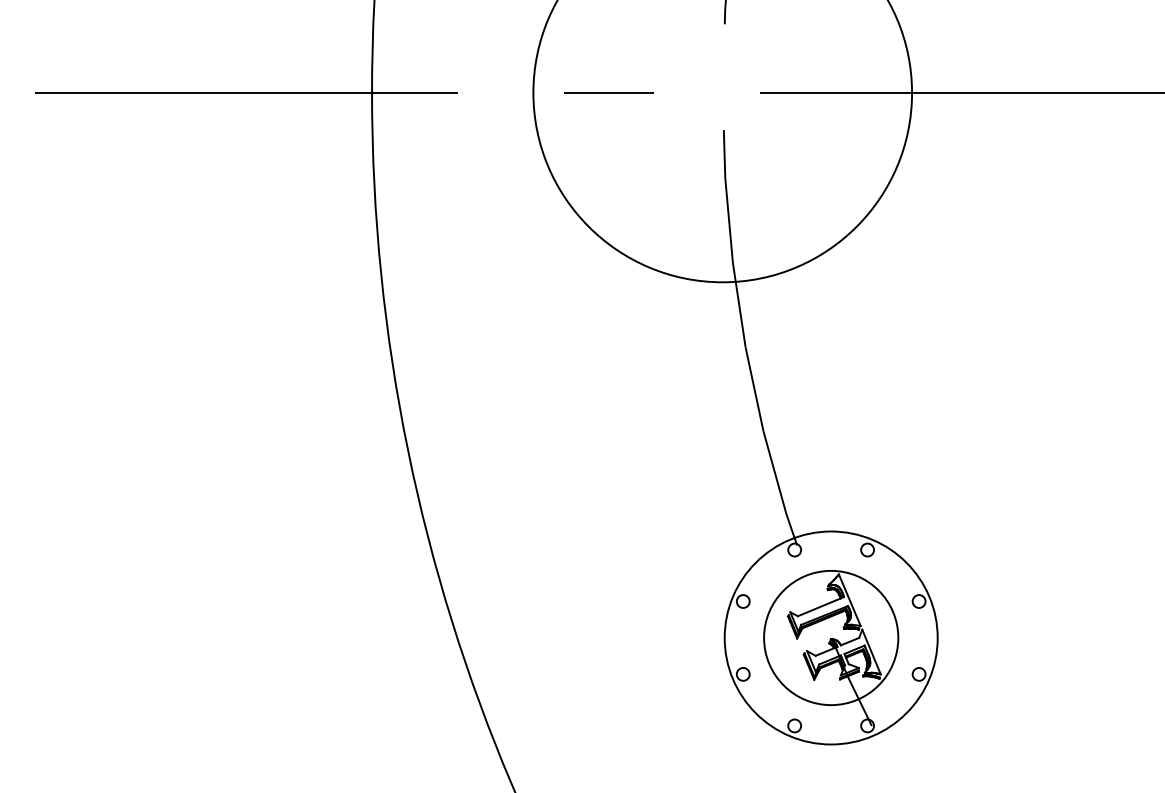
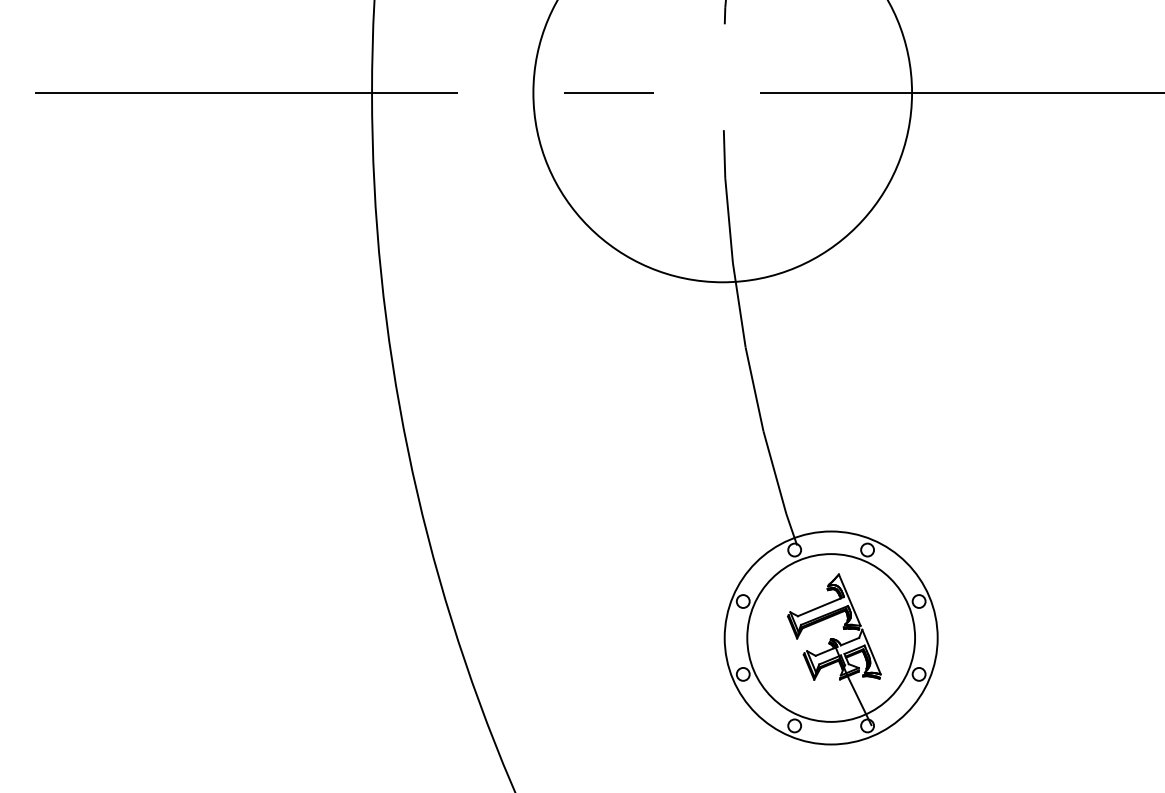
circle at (831, 637) diameter: 134 px -> 168 px
